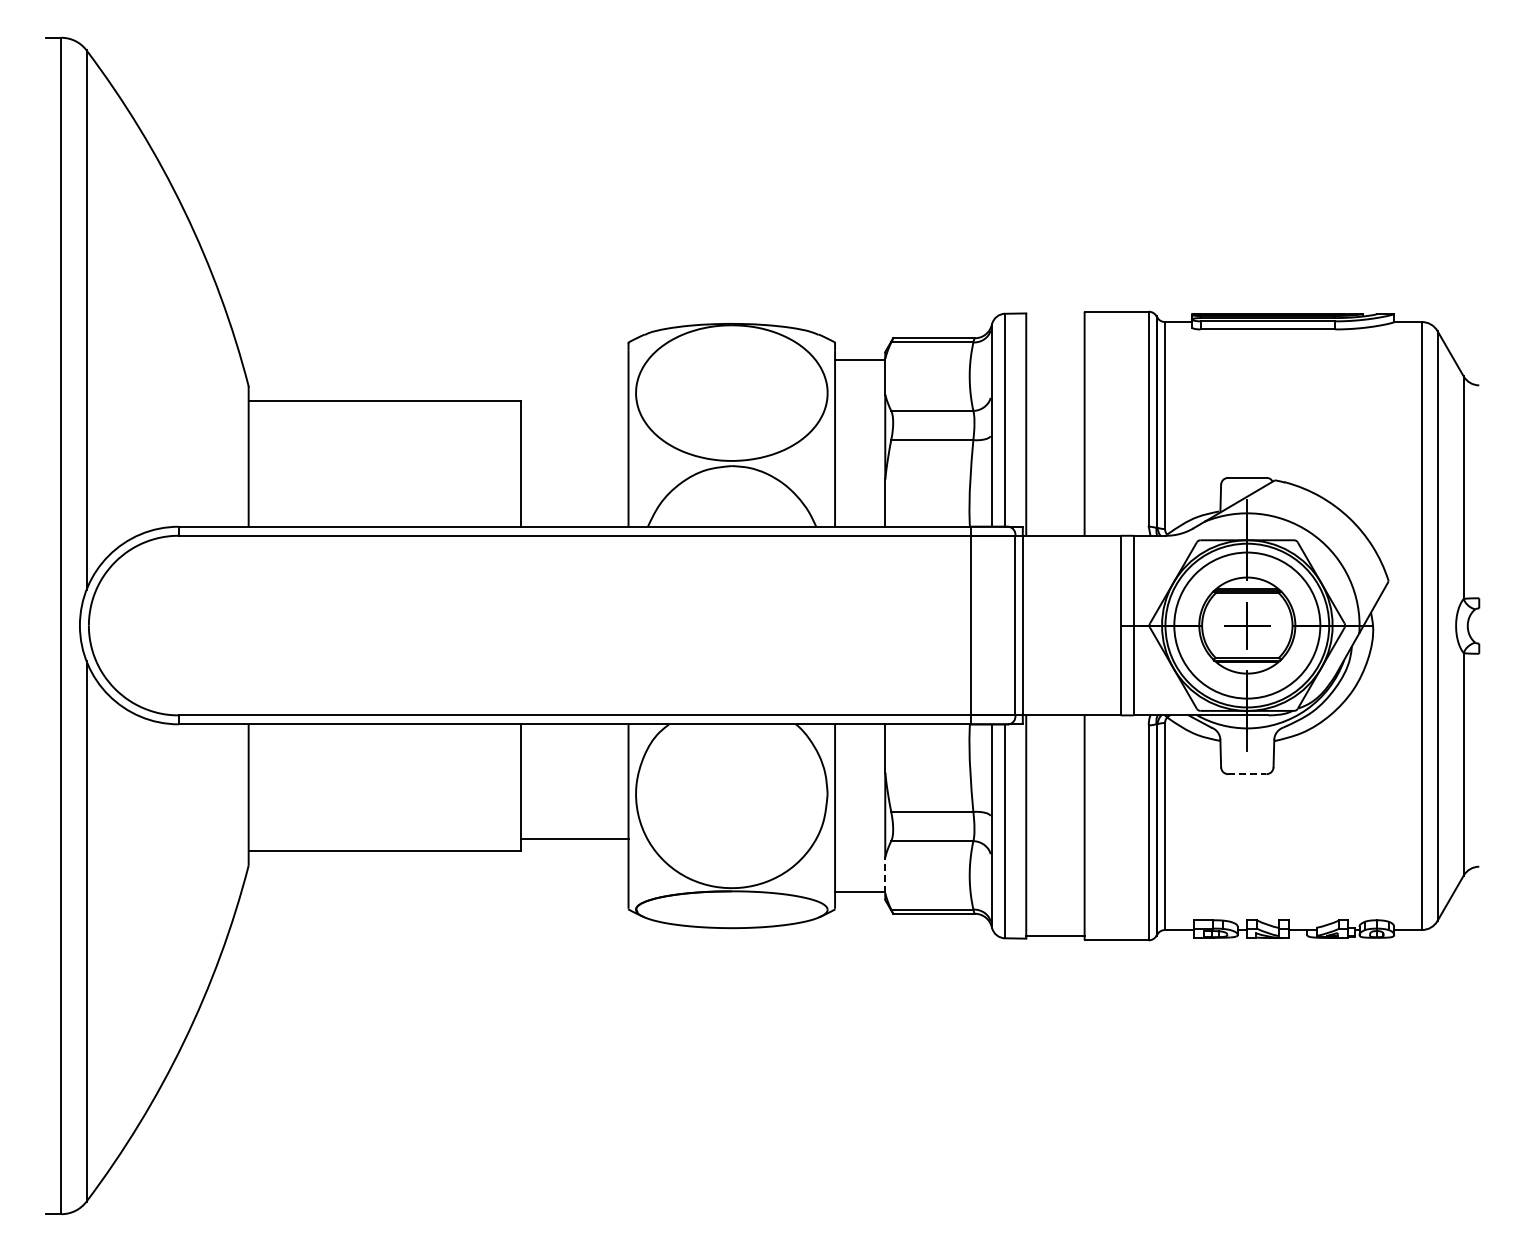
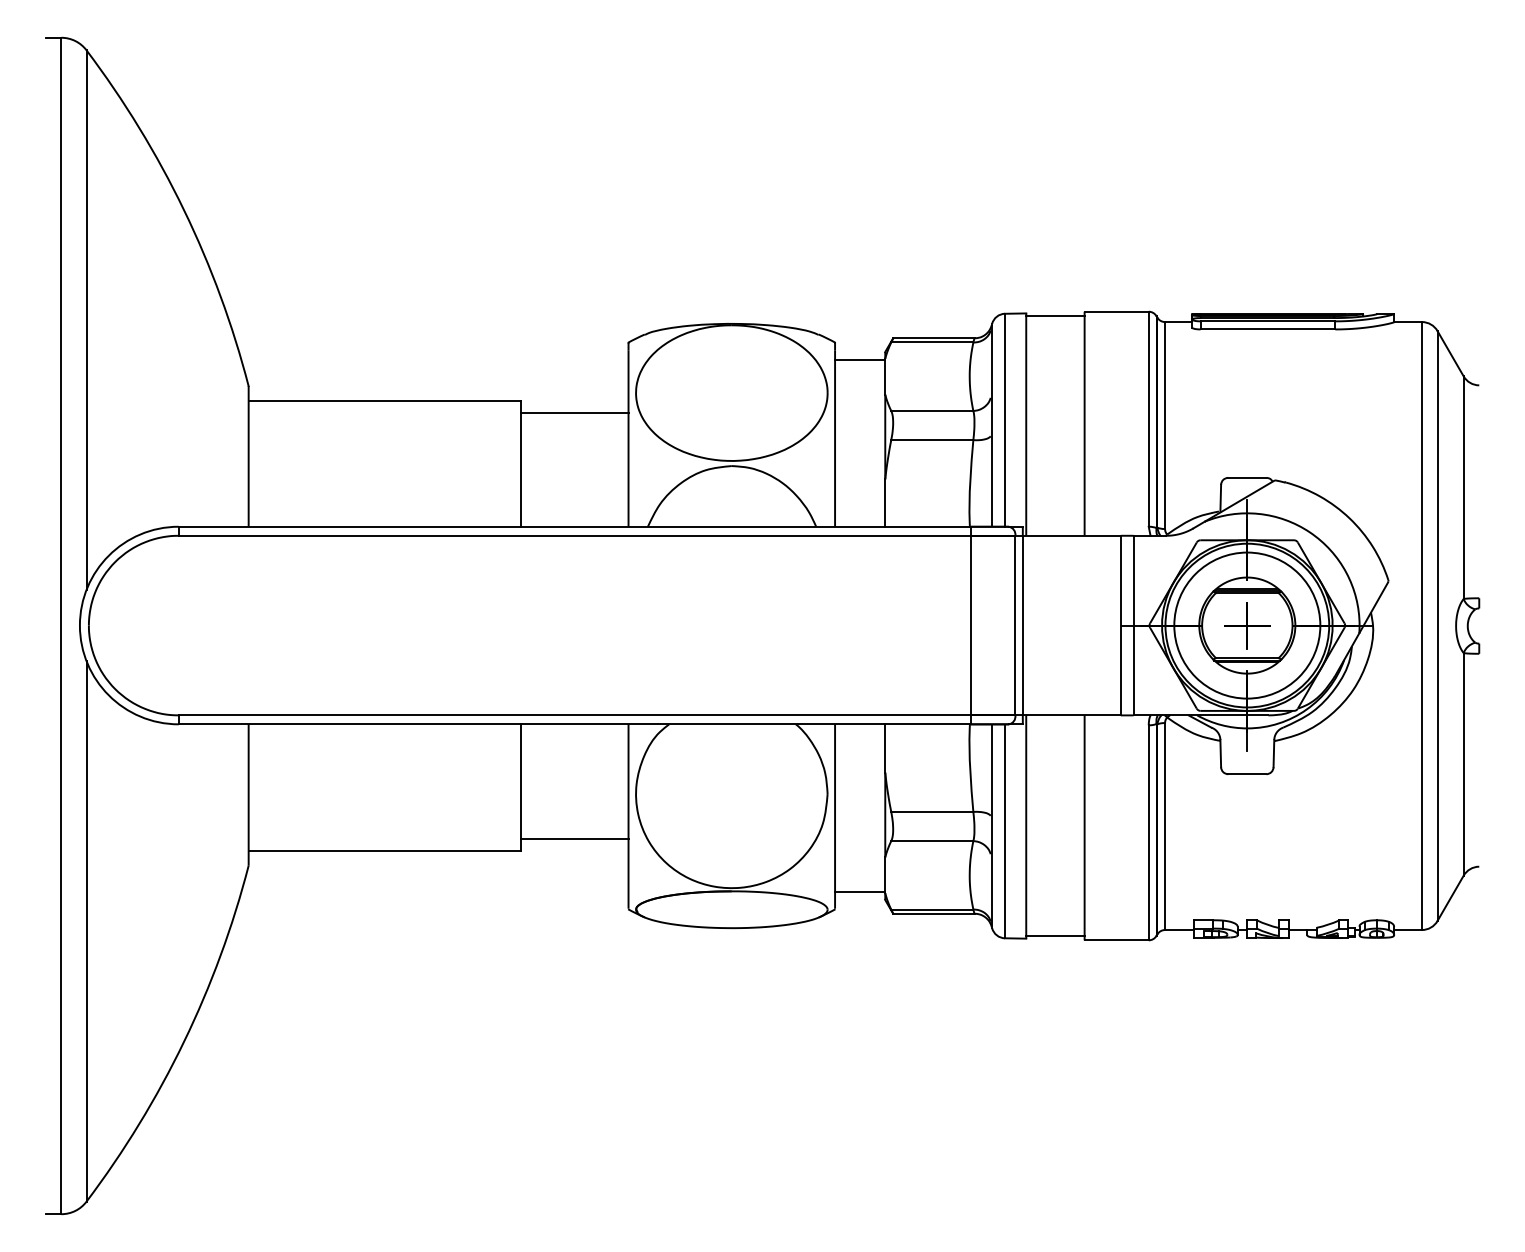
line at (1055, 316): none -> present
line at (574, 412): none -> present
line at (1247, 774): dashed -> solid
line at (885, 875): dashed -> solid
